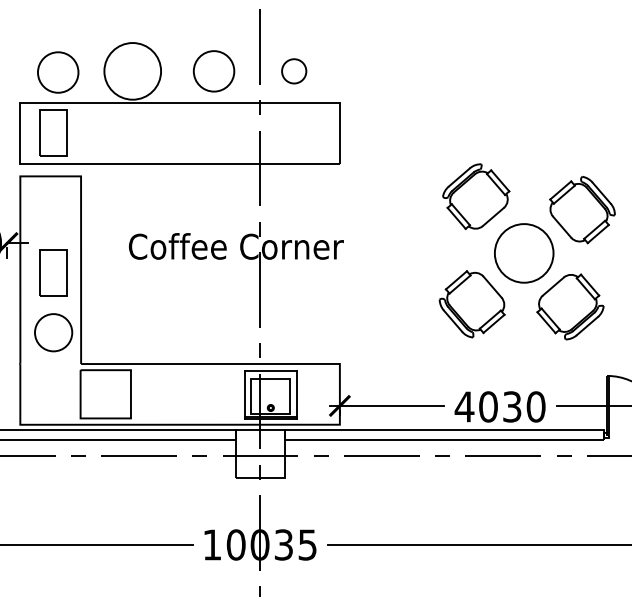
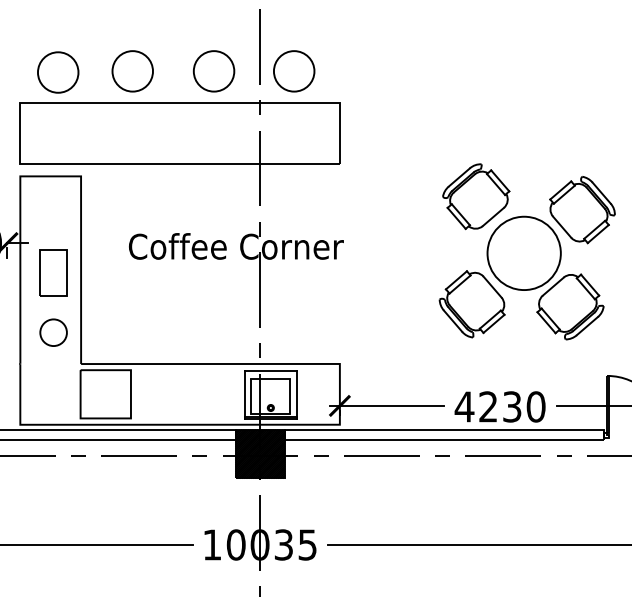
circle at (132, 71) diameter: 57 px -> 40 px
circle at (294, 71) diameter: 24 px -> 40 px
part at (53, 132): present -> none
circle at (523, 253) diameter: 59 px -> 73 px
circle at (53, 332) diameter: 37 px -> 27 px
text at (488, 406): 4030 -> 4230
hatch at (260, 453): none -> present
